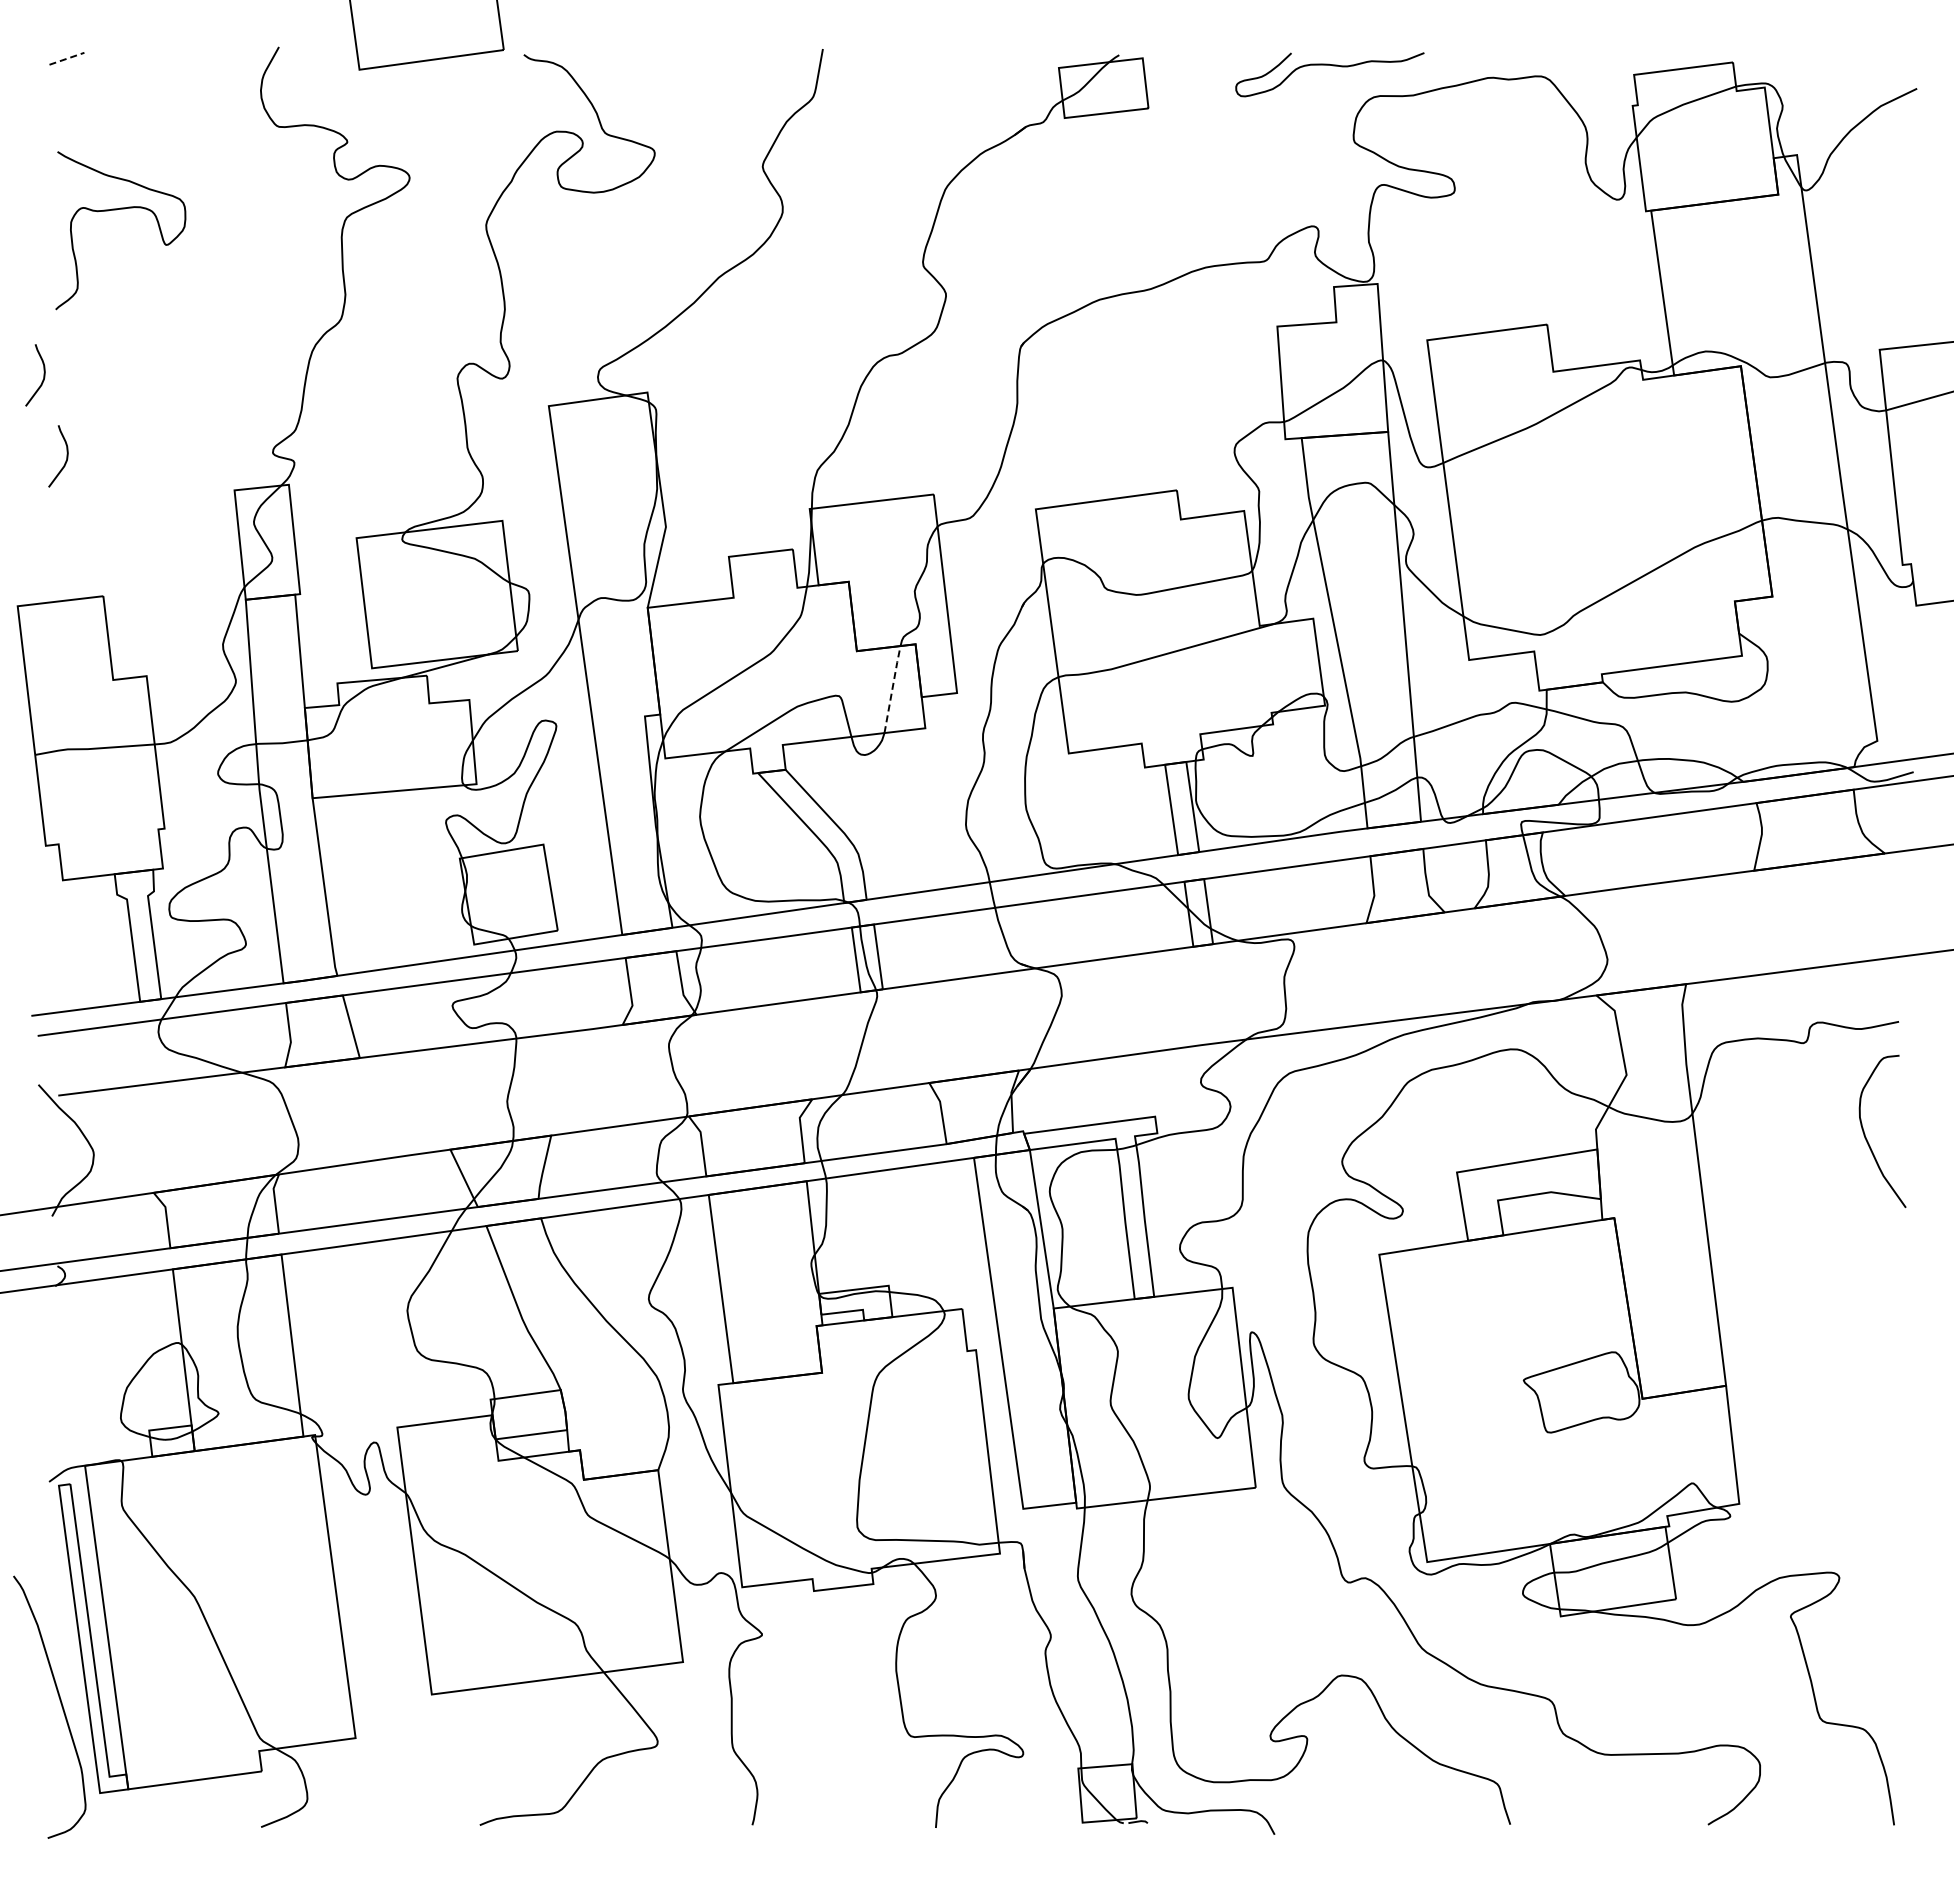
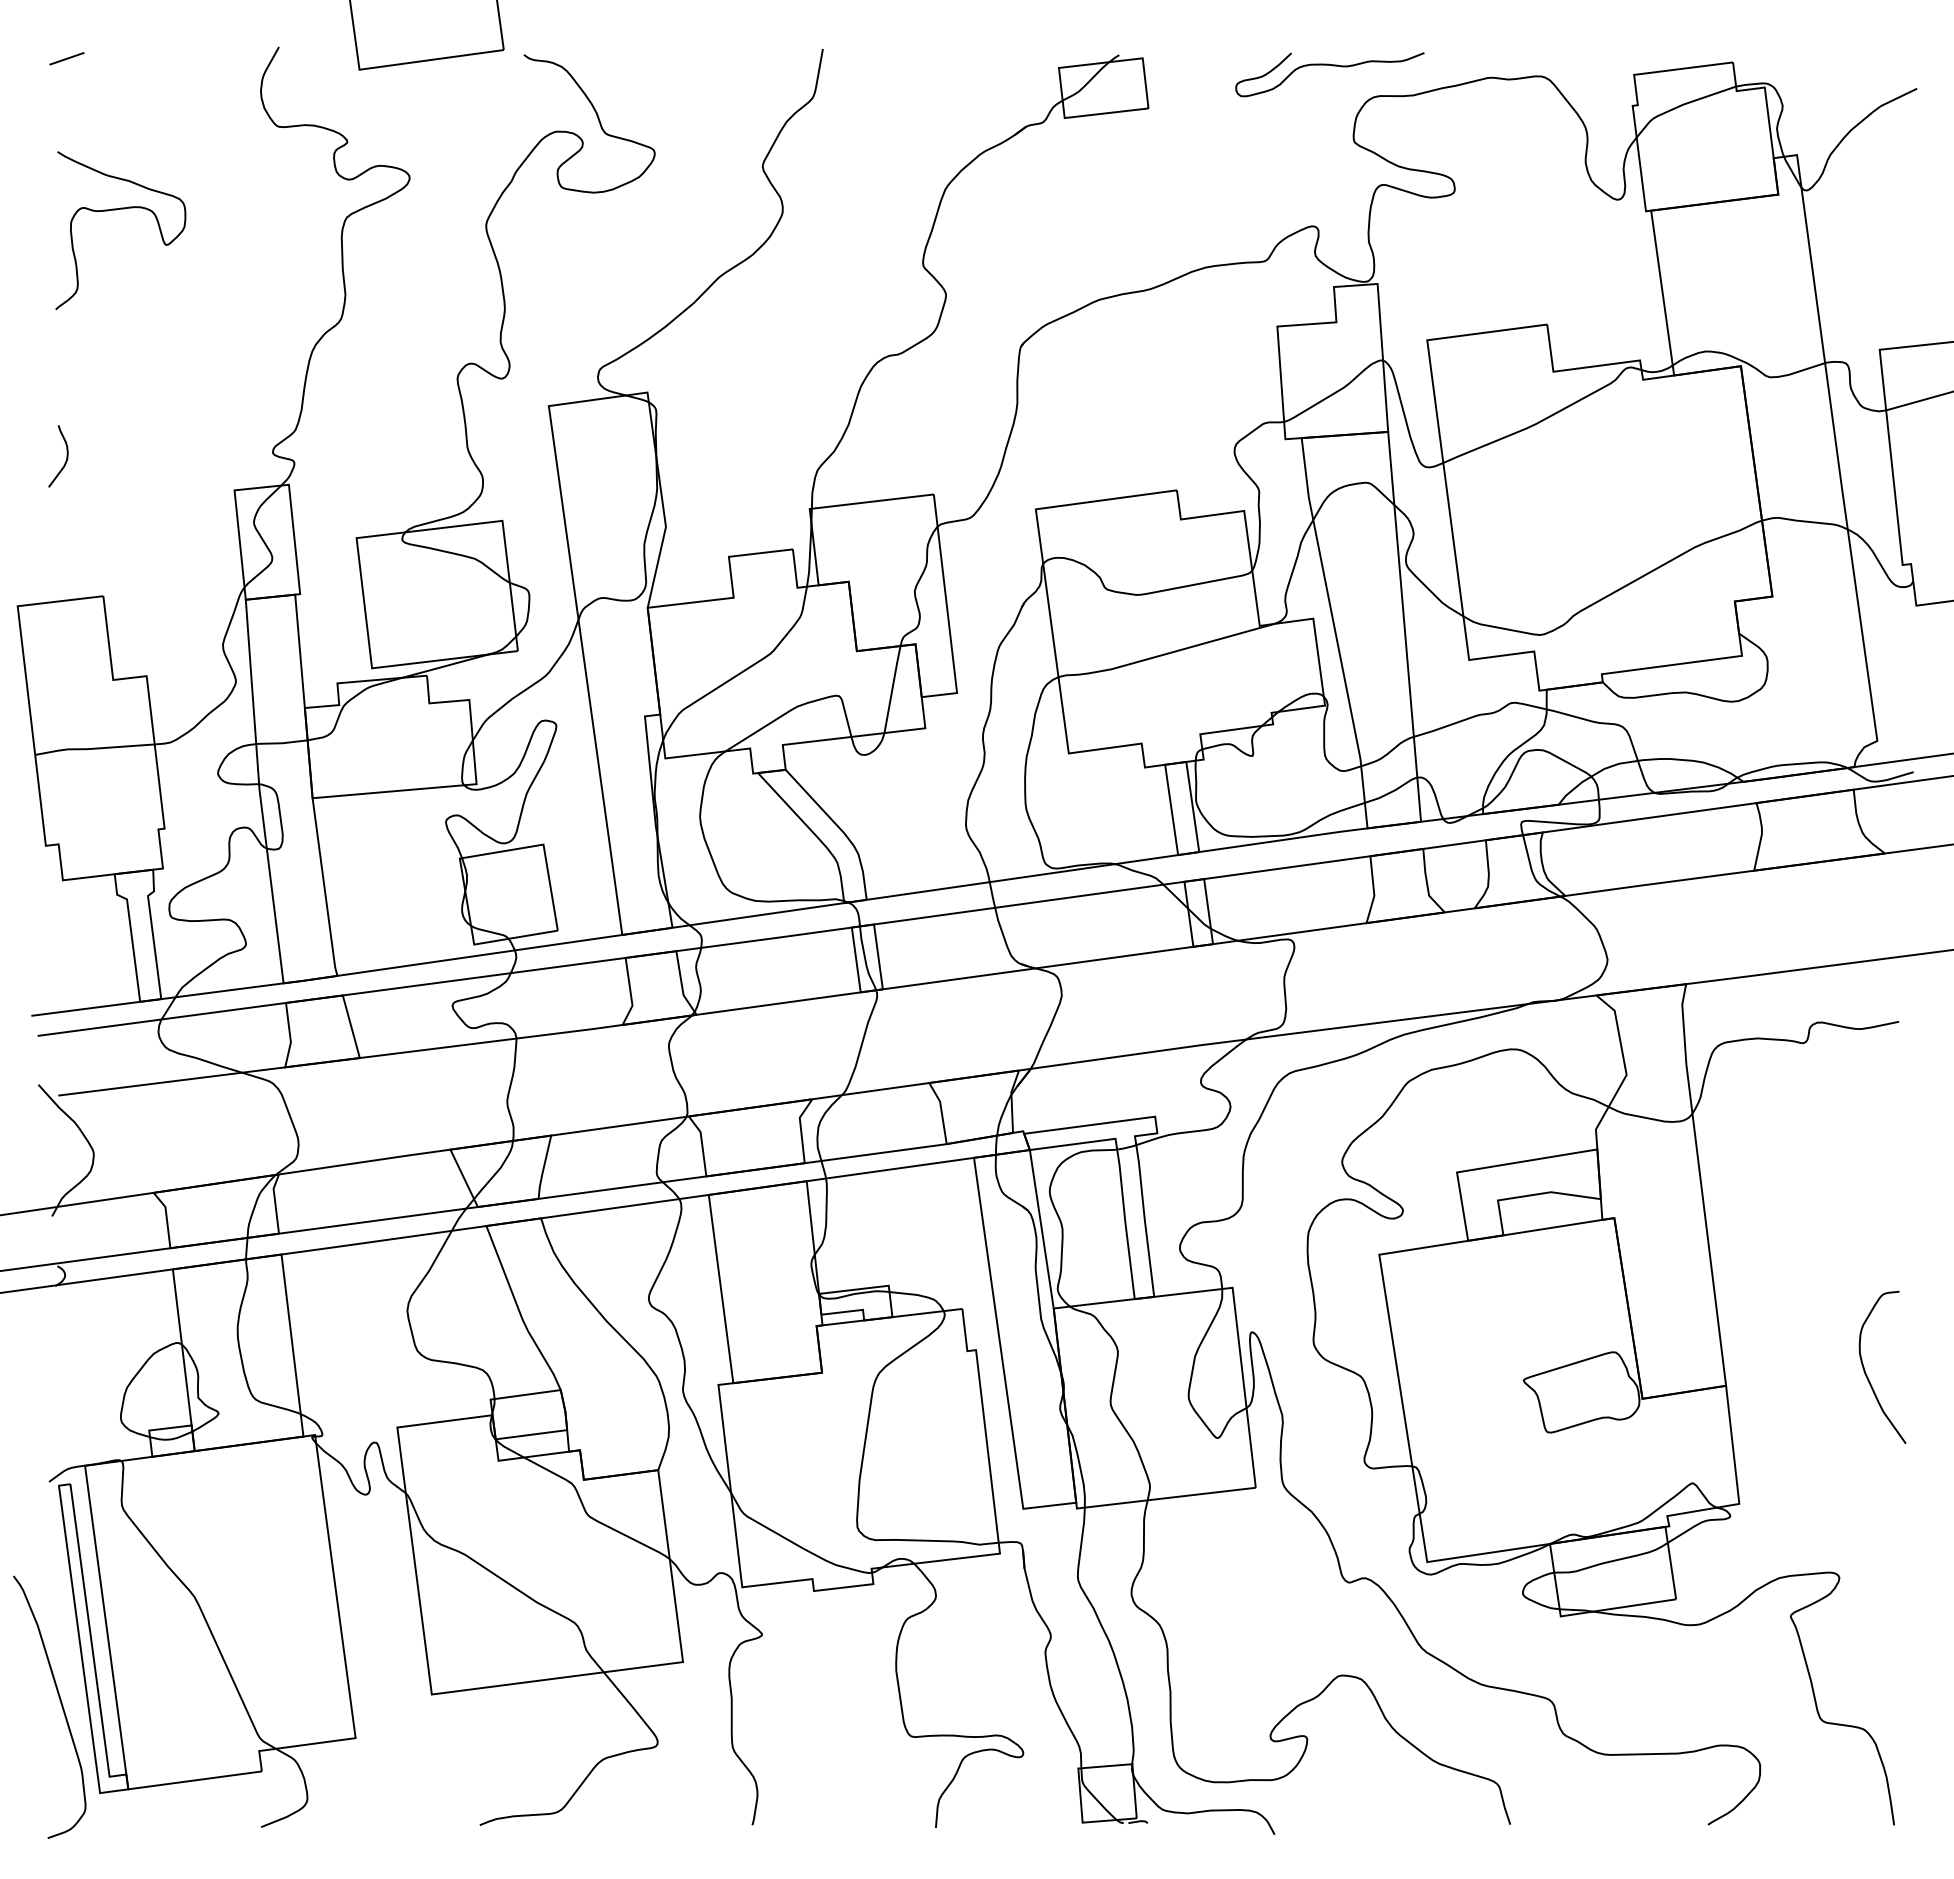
line at (67, 58): dashed -> solid
curve at (43, 375): present -> none
line at (892, 688): dashed -> solid
curve at (1867, 1139) position: (1867, 1139) -> (1867, 1375)
